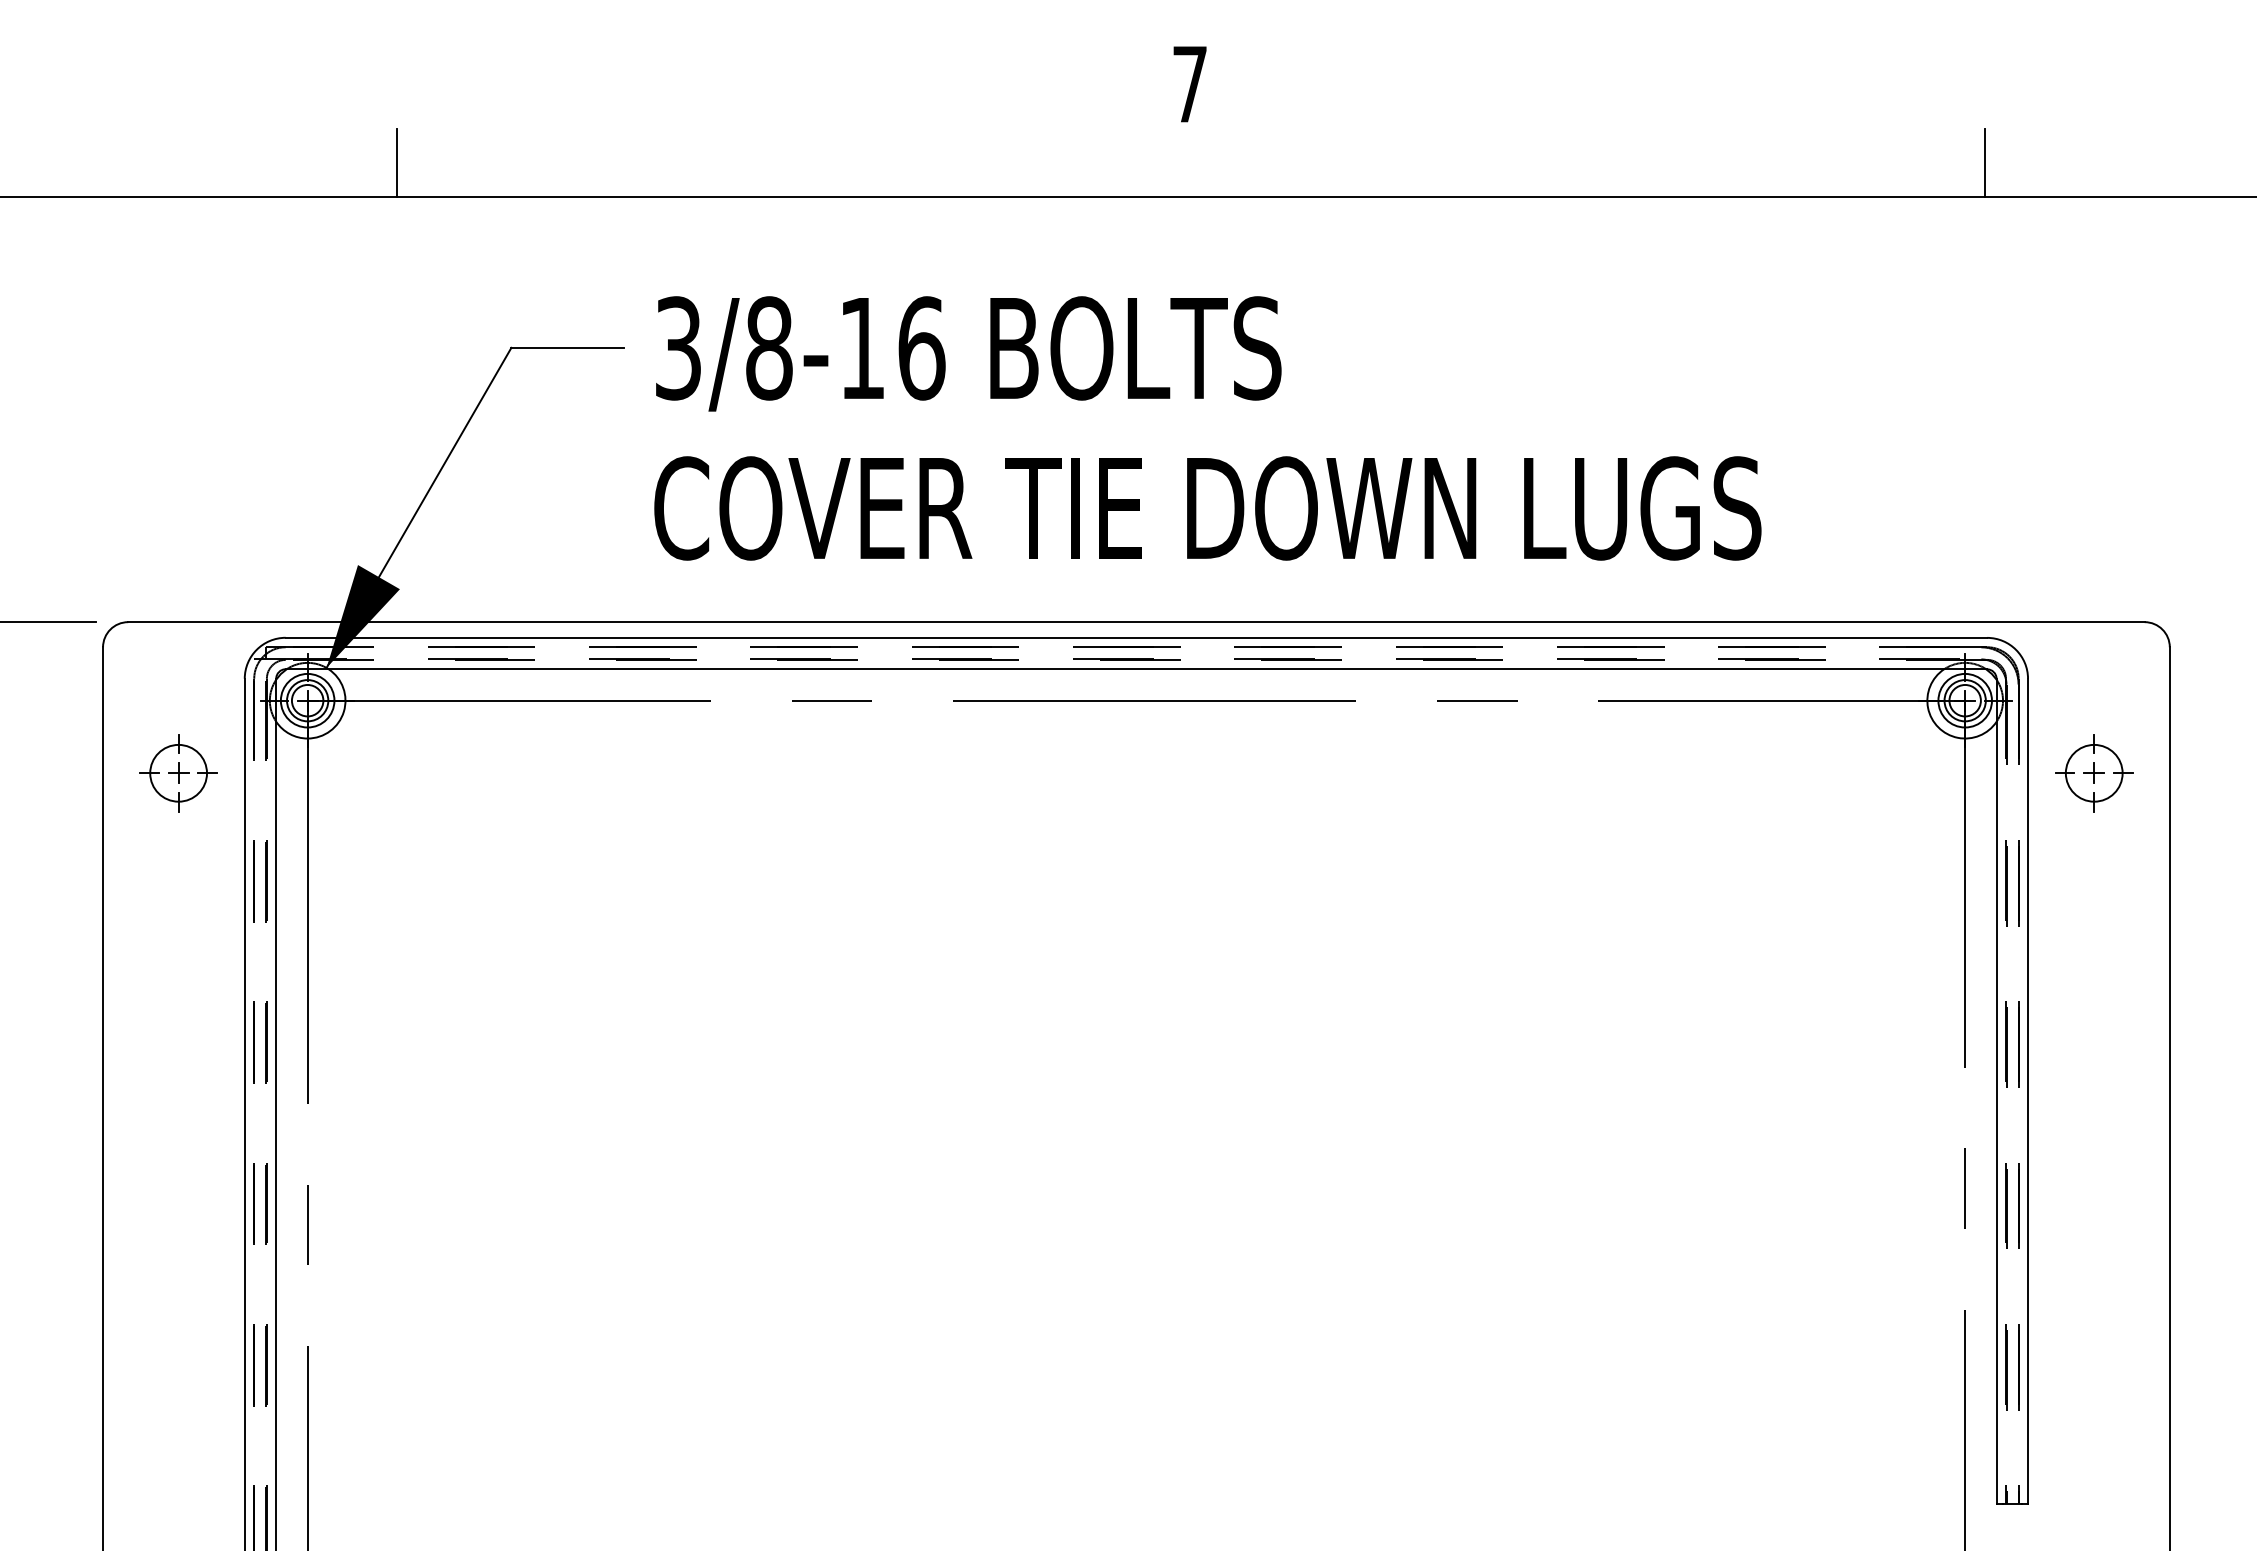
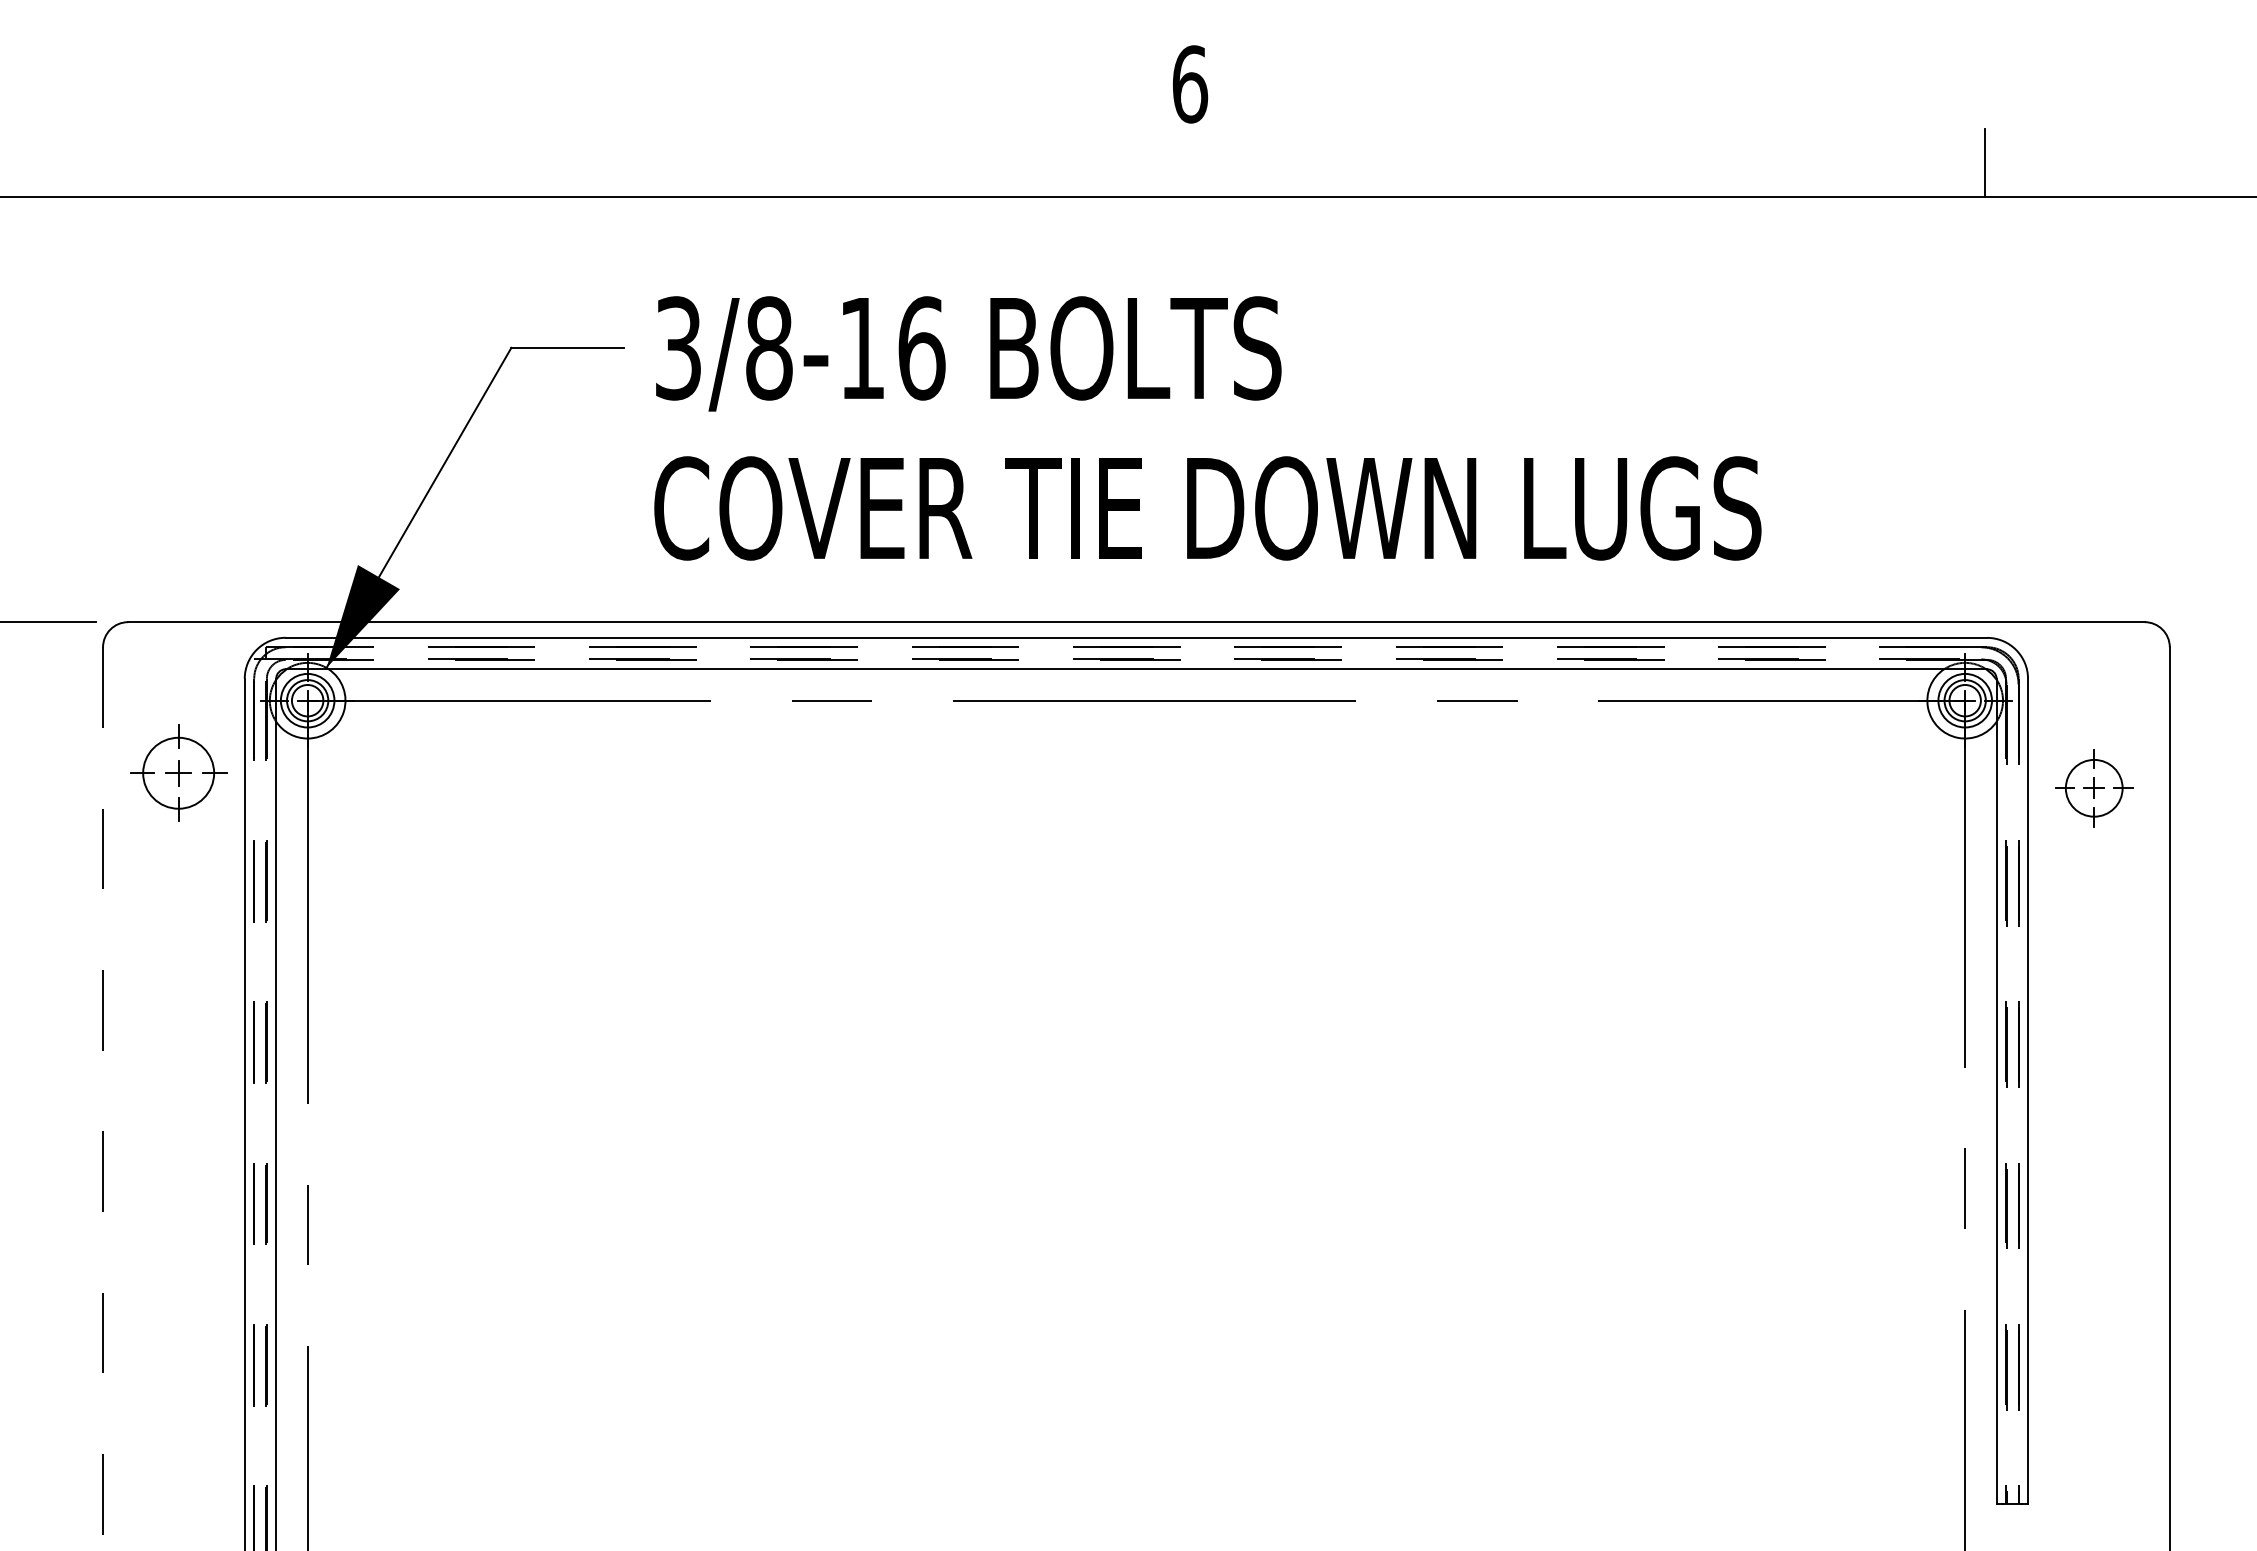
text at (1190, 84): 7 -> 6
line at (396, 162): present -> none
part at (178, 773) size: 79x79 px -> 98x98 px
part at (2094, 773) position: (2094, 773) -> (2094, 788)
line at (102, 1099): solid -> dashed
